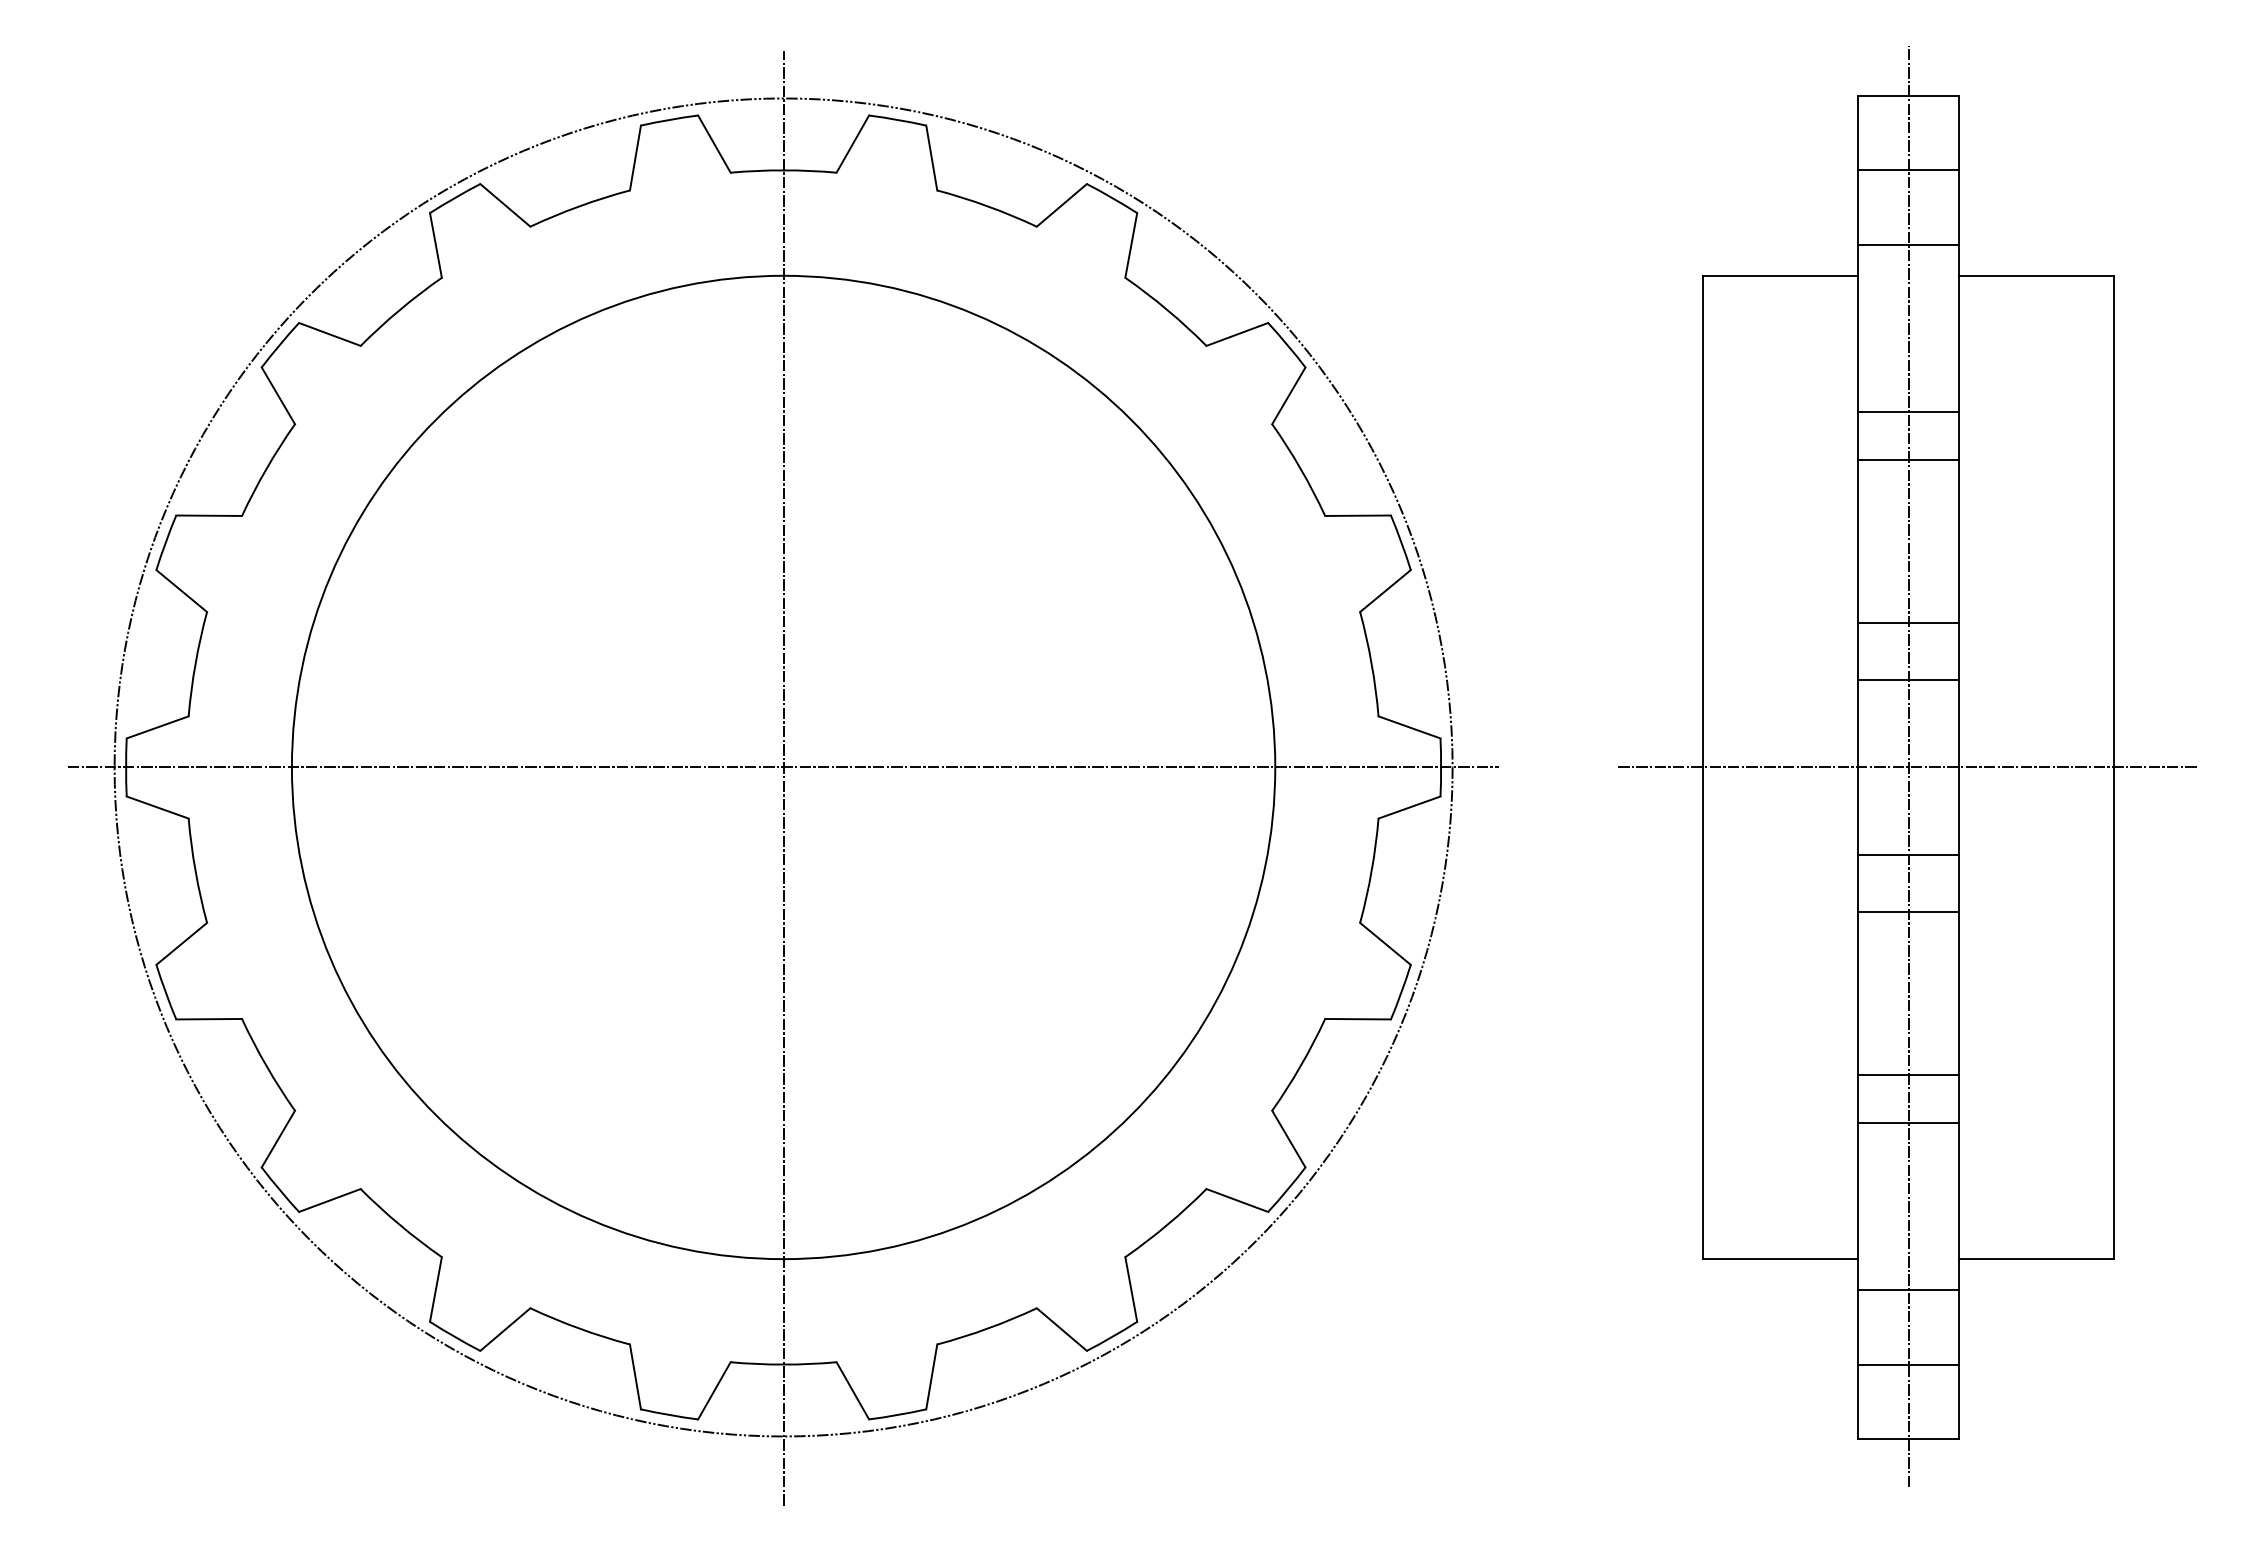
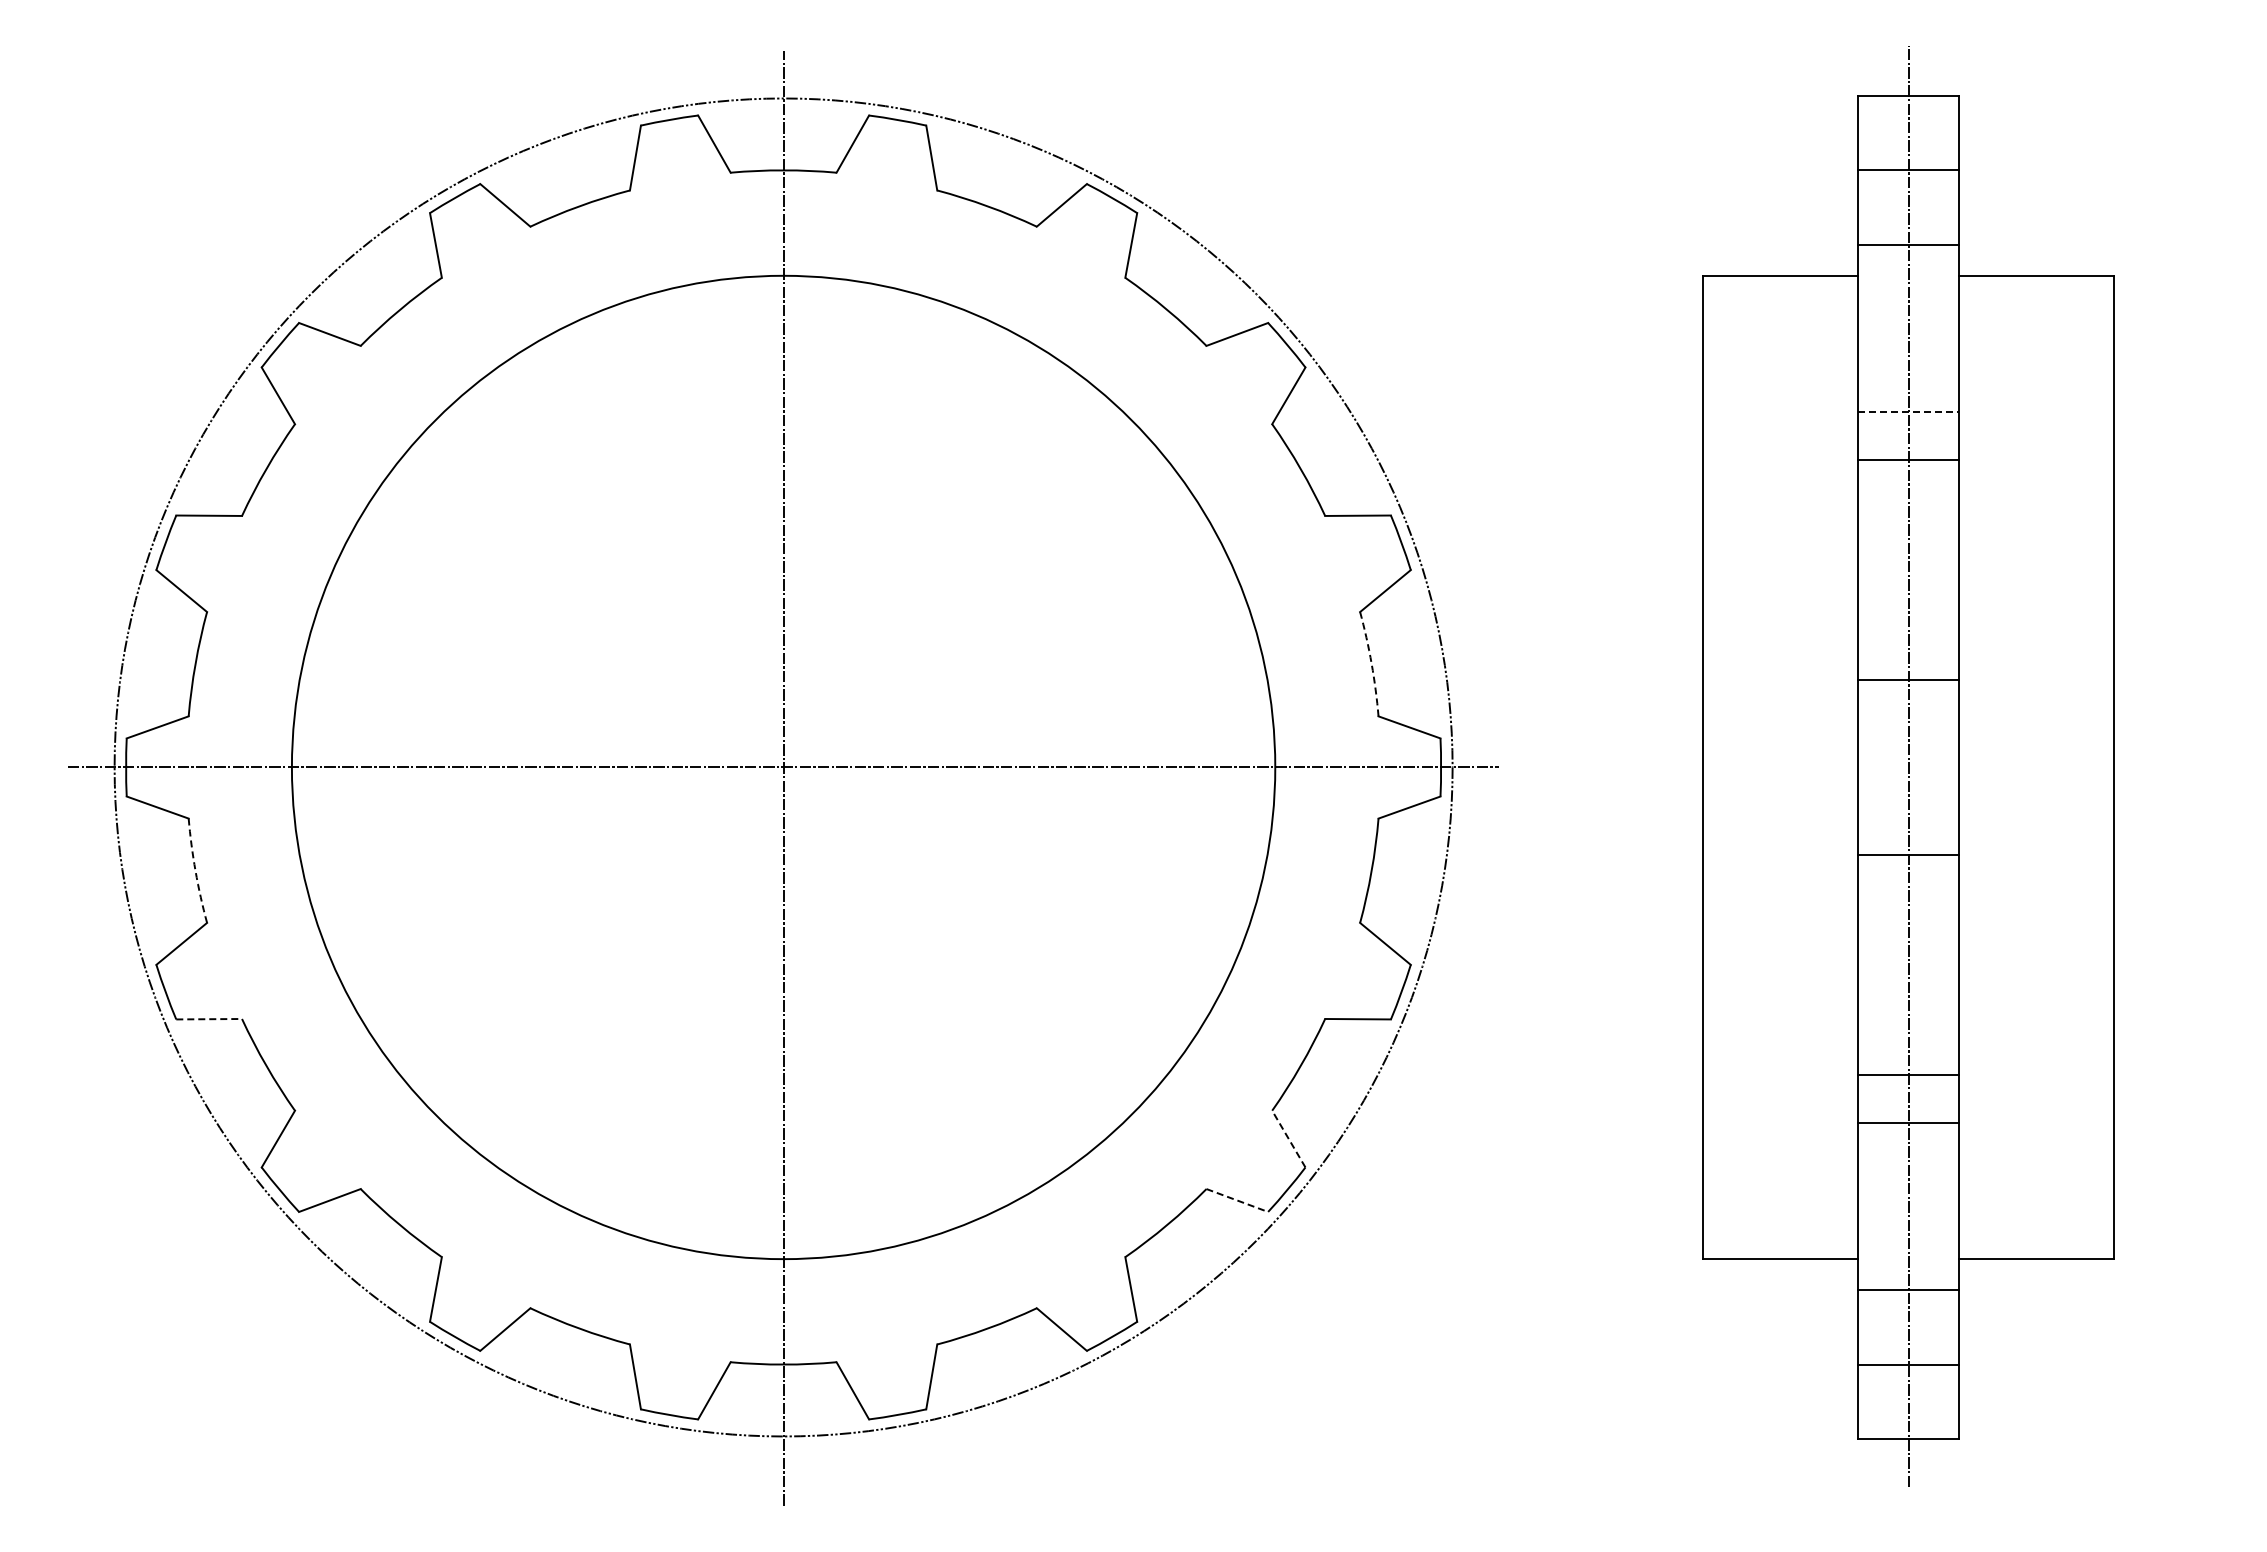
line at (1909, 411): solid -> dashed
line at (1908, 622): present -> none
arc at (1371, 663): solid -> dashed
line at (1908, 767): present -> none
arc at (195, 871): solid -> dashed
line at (1908, 912): present -> none
line at (209, 1019): solid -> dashed
line at (1288, 1139): solid -> dashed
line at (1237, 1200): solid -> dashed
